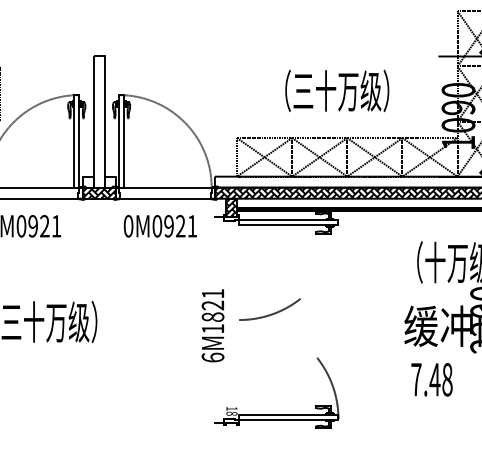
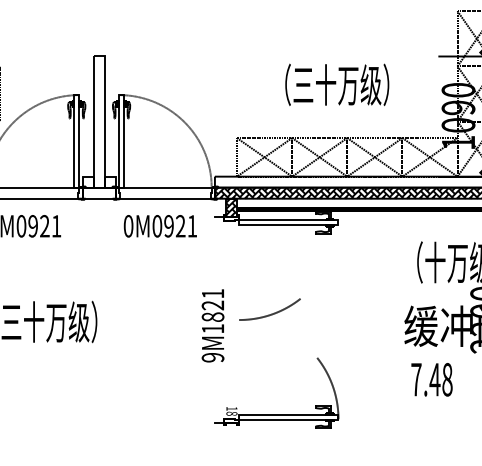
text at (337, 90) position: (337, 90) -> (337, 84)
hatch at (98, 192): present -> none
text at (212, 357): 6M1821 -> 9M1821
